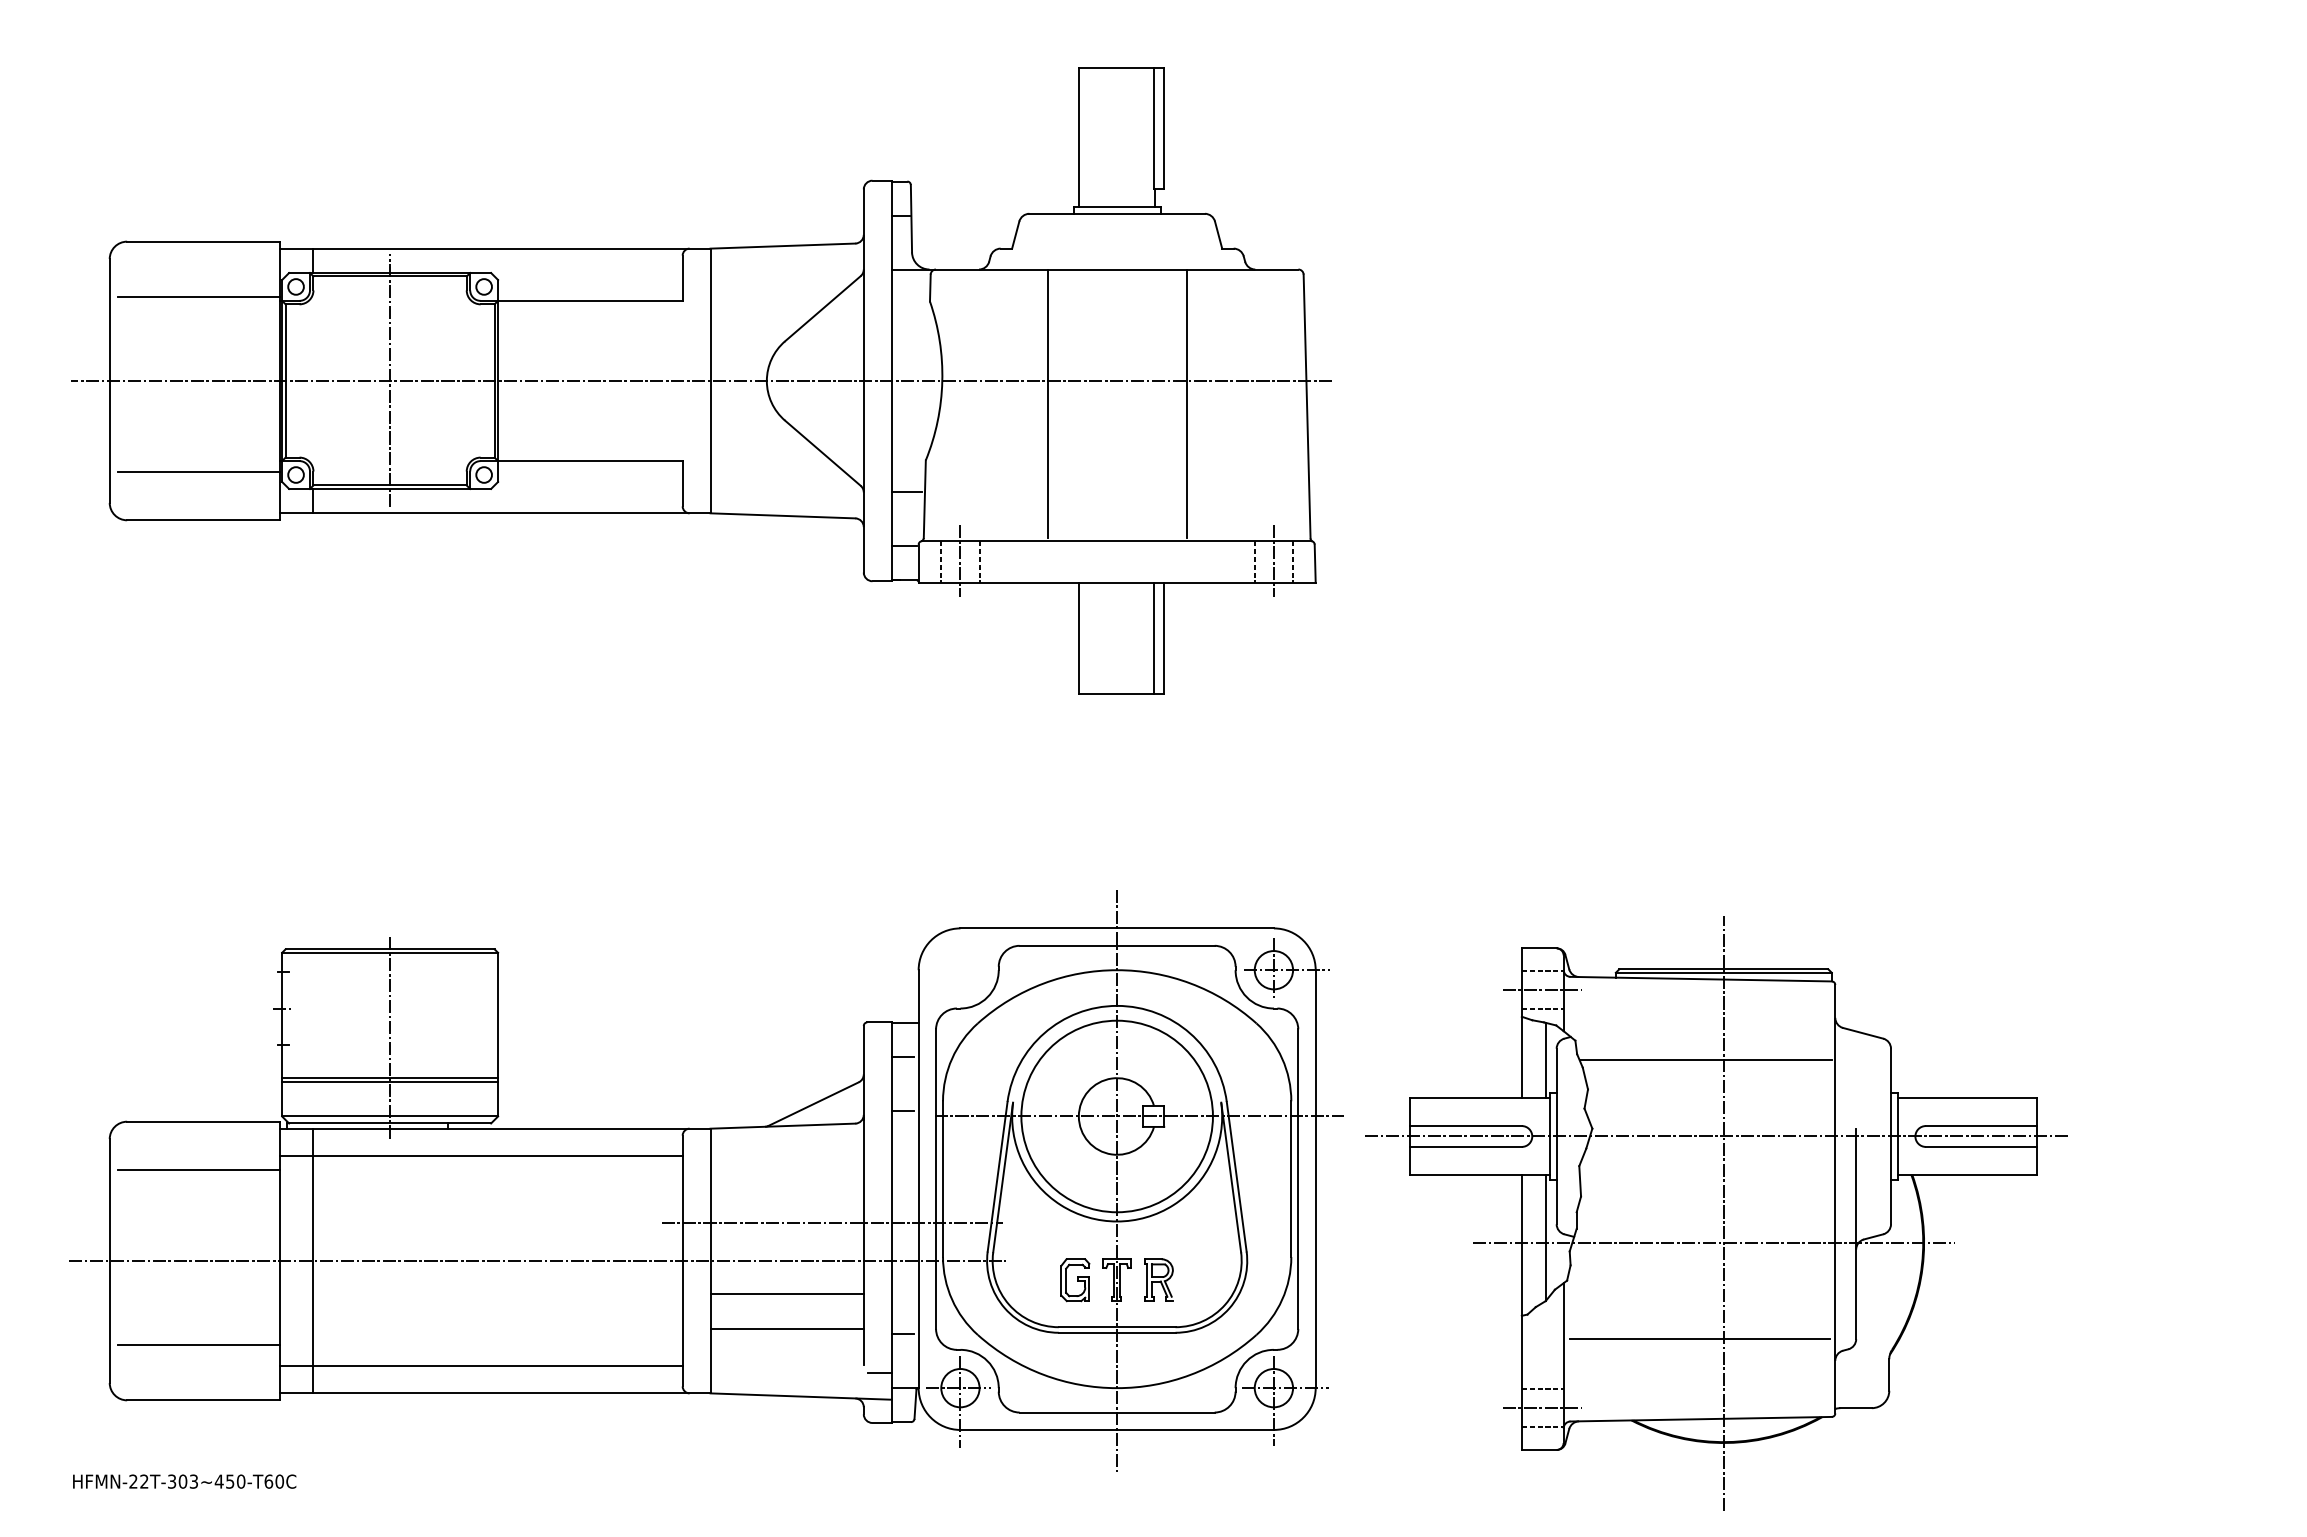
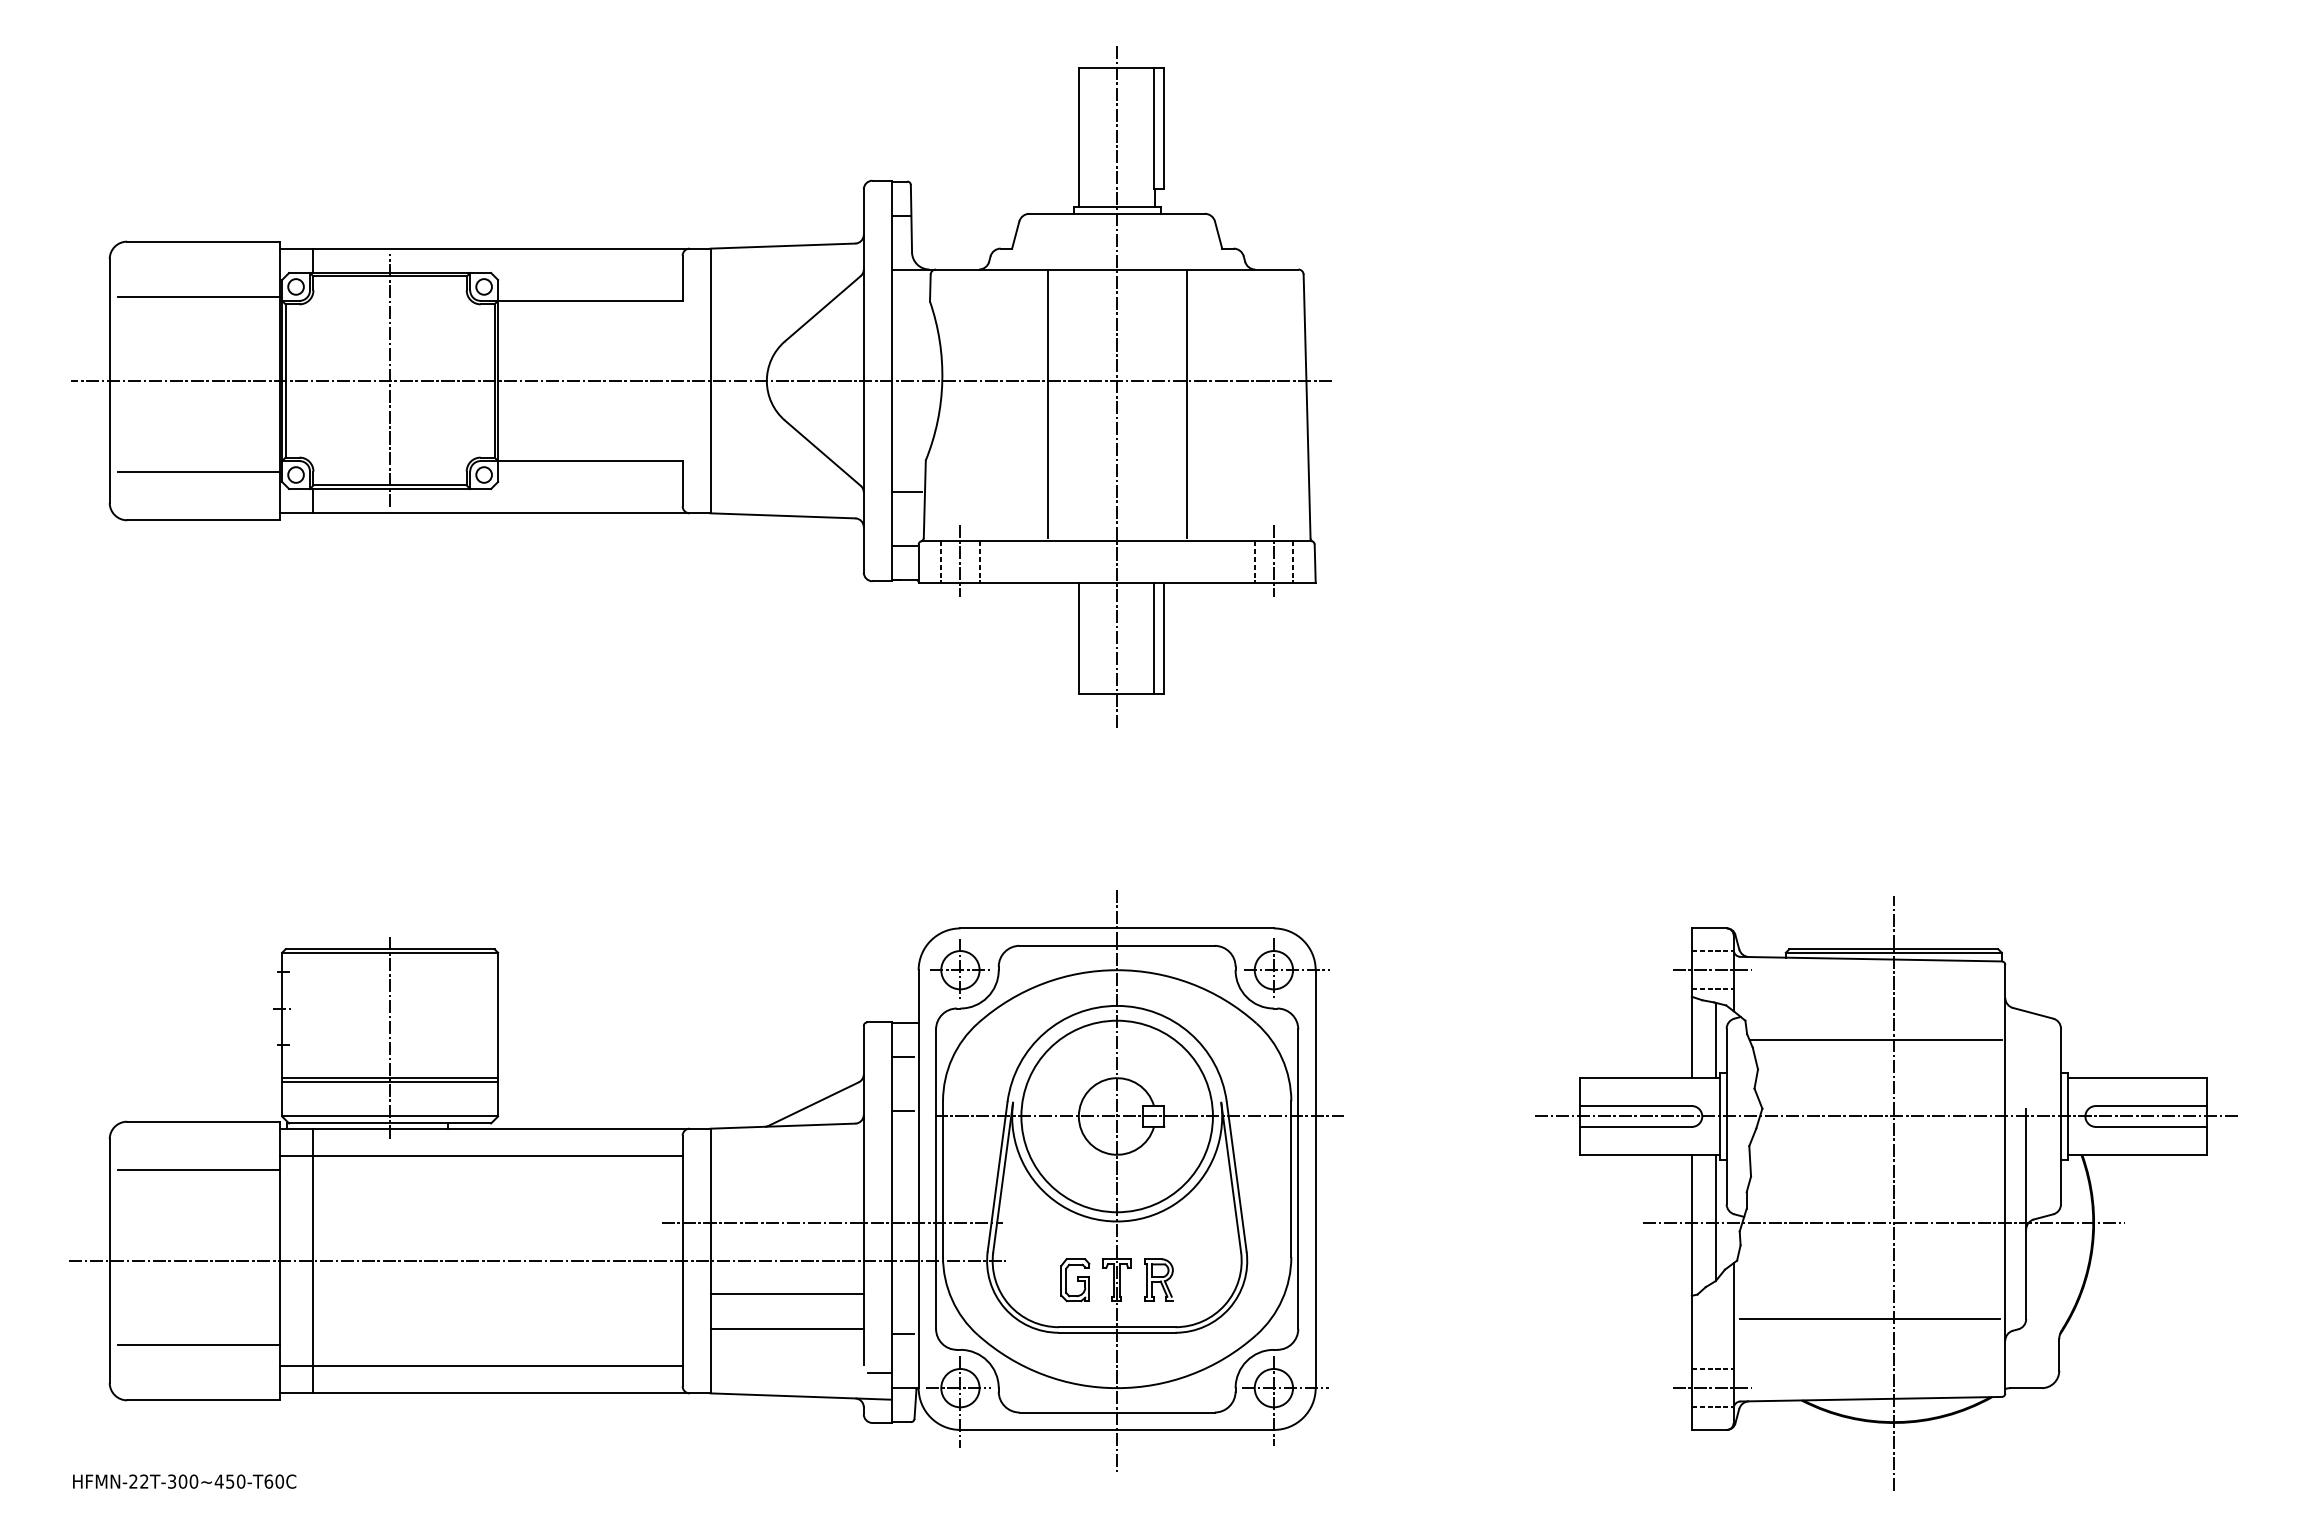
line at (1117, 387): none -> present
part at (959, 968): none -> present
part at (1716, 1213) position: (1716, 1213) -> (1886, 1193)
text at (193, 1481): HFMN-22T-303~450-T60C -> HFMN-22T-300~450-T60C
